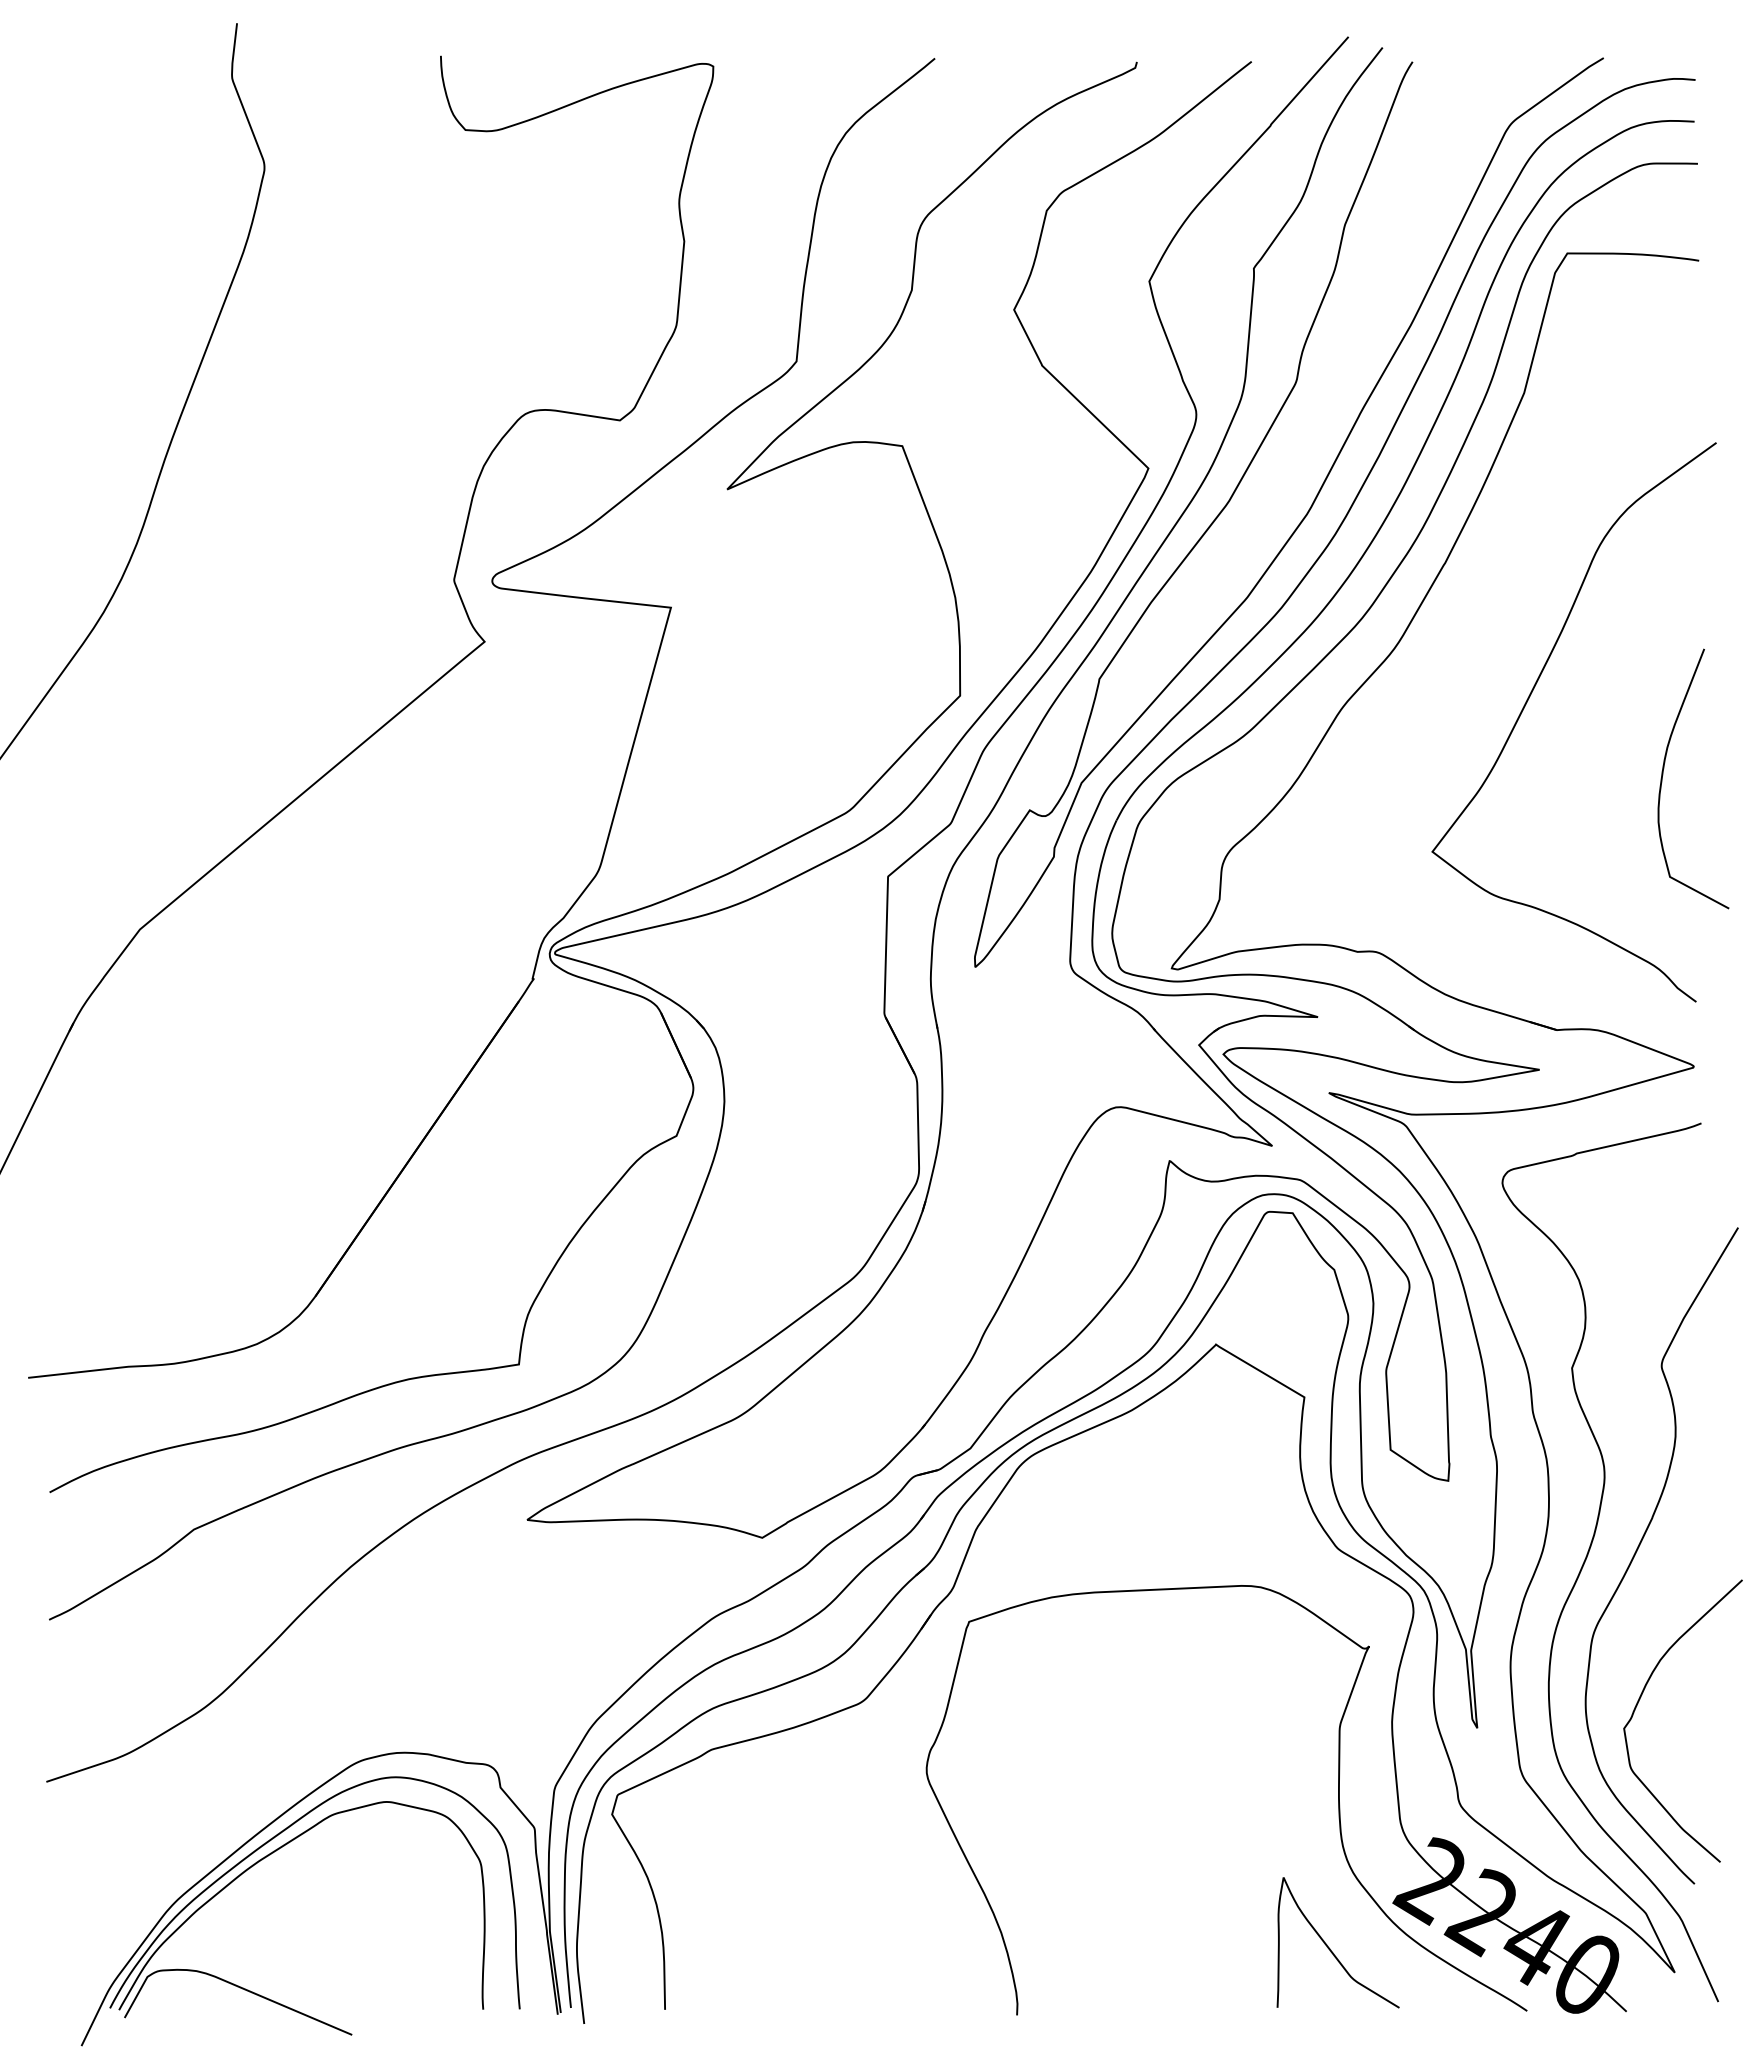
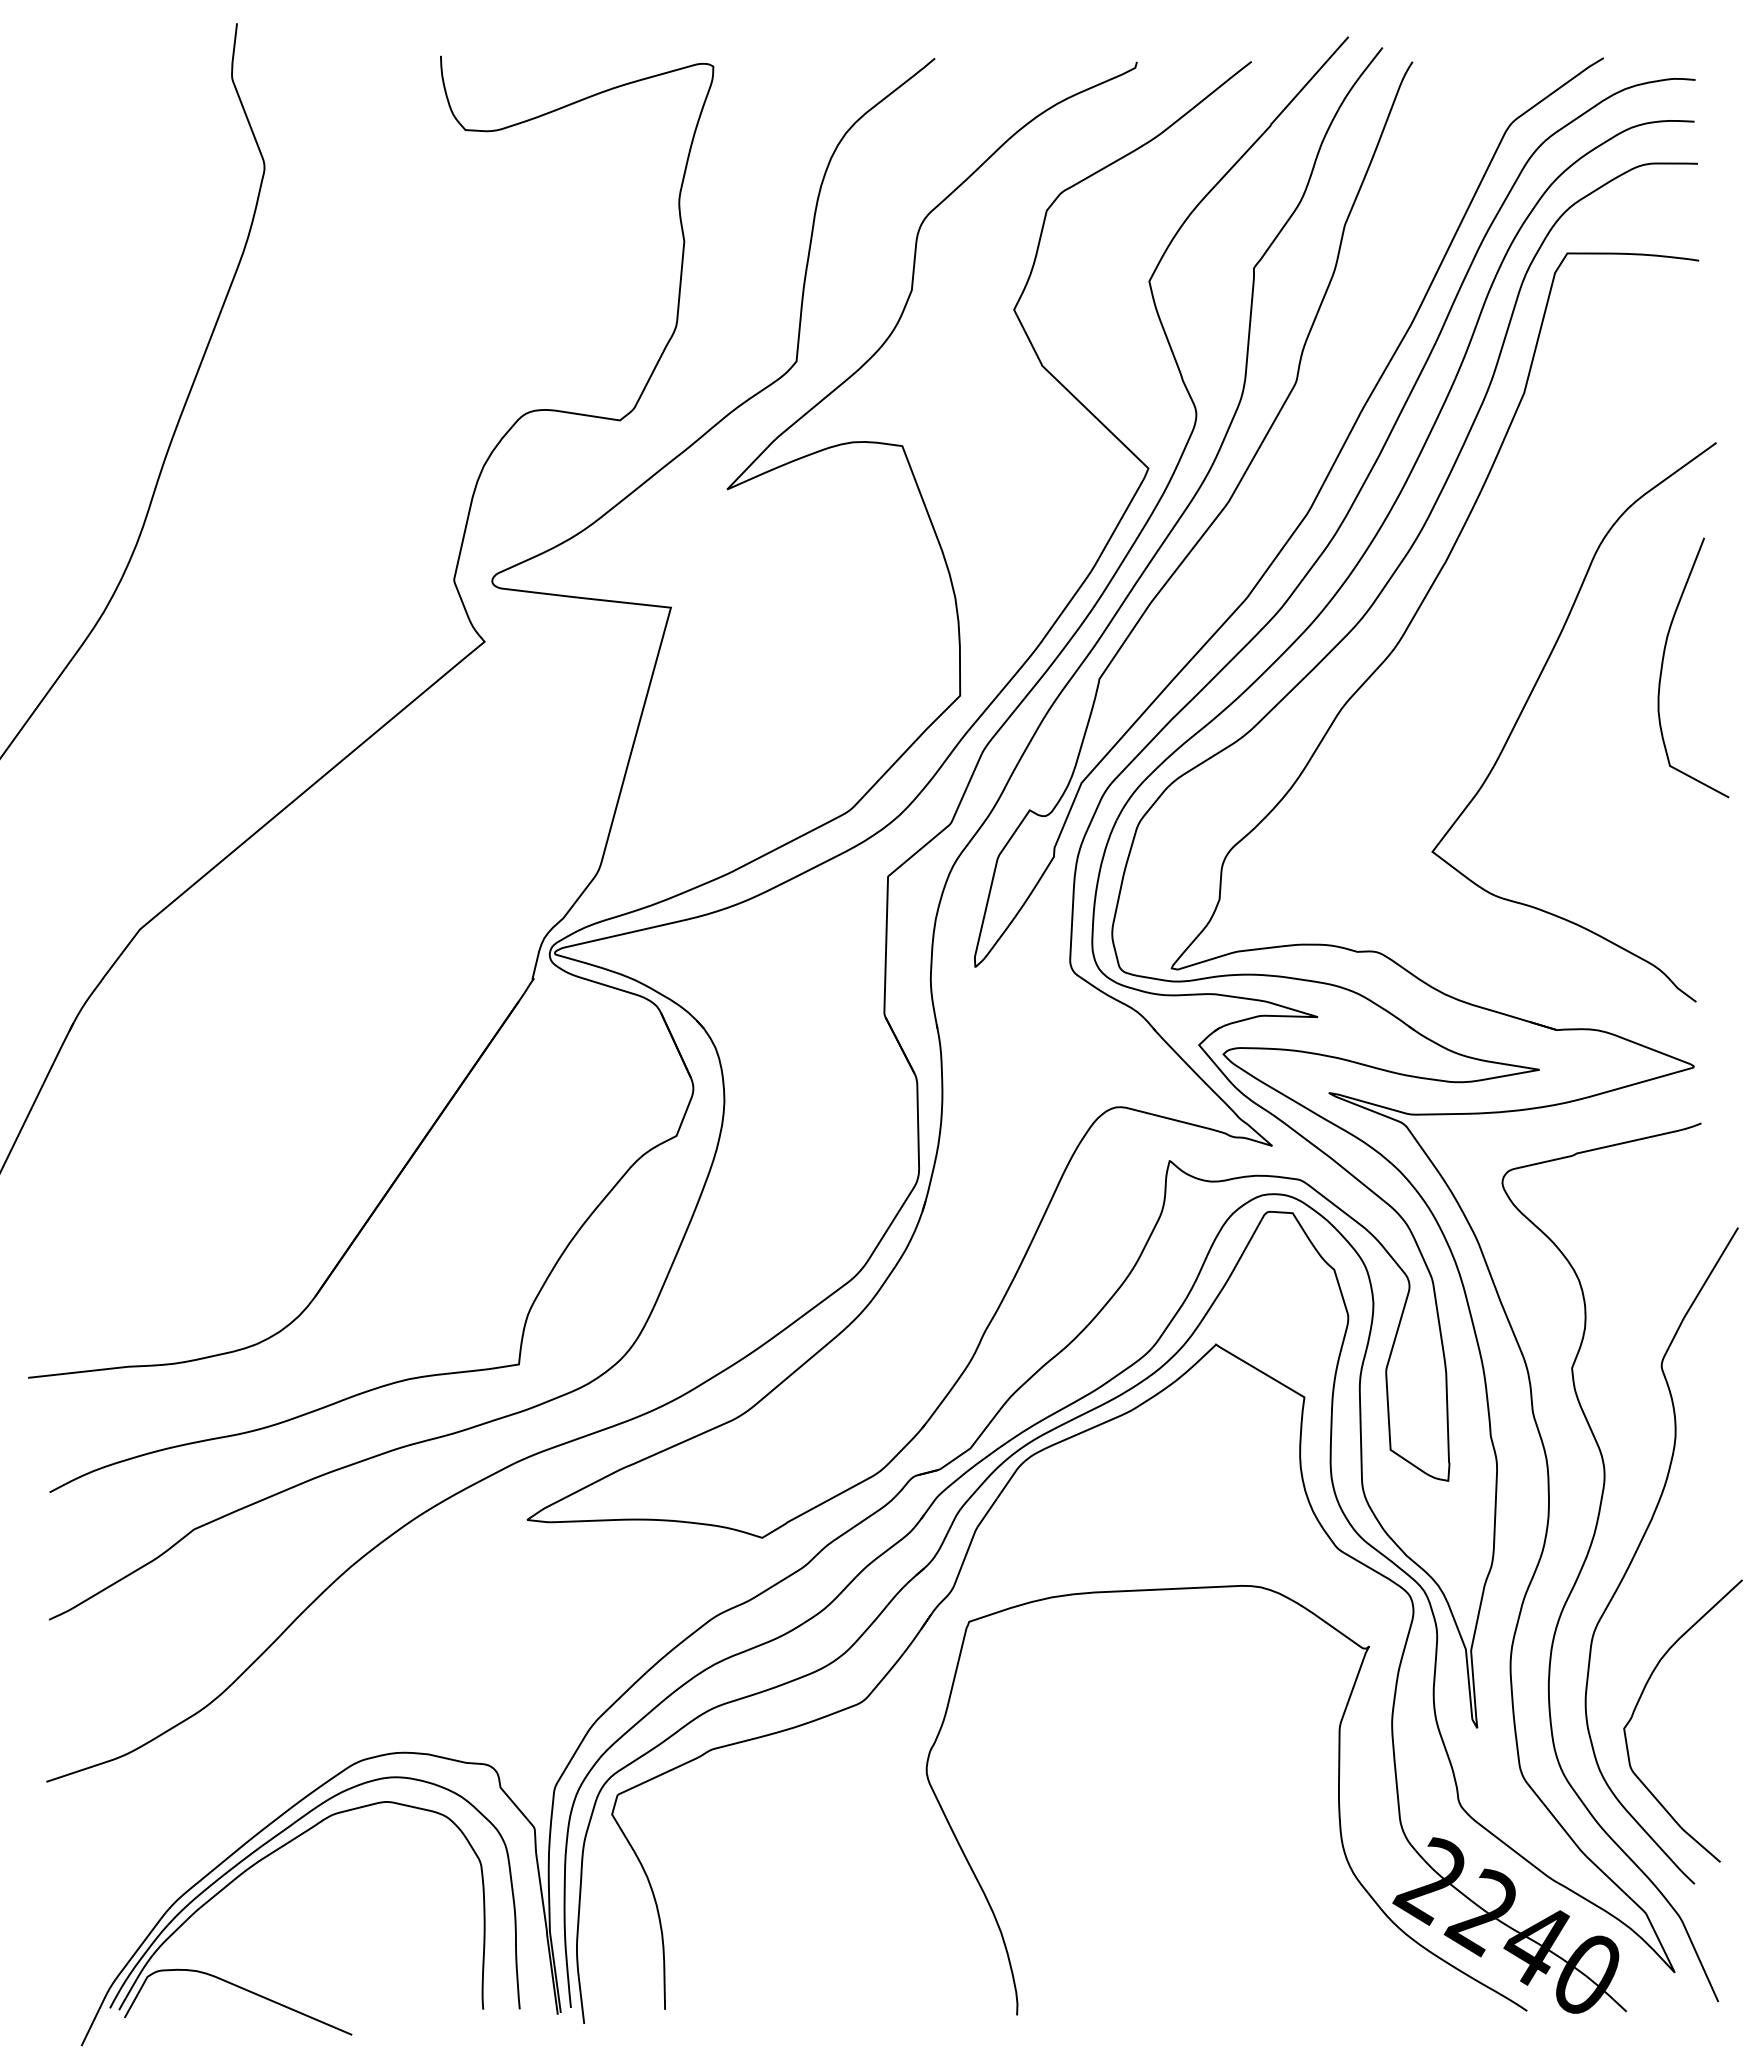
curve at (1663, 775) position: (1663, 775) -> (1663, 664)
curve at (1330, 1948): present -> none
